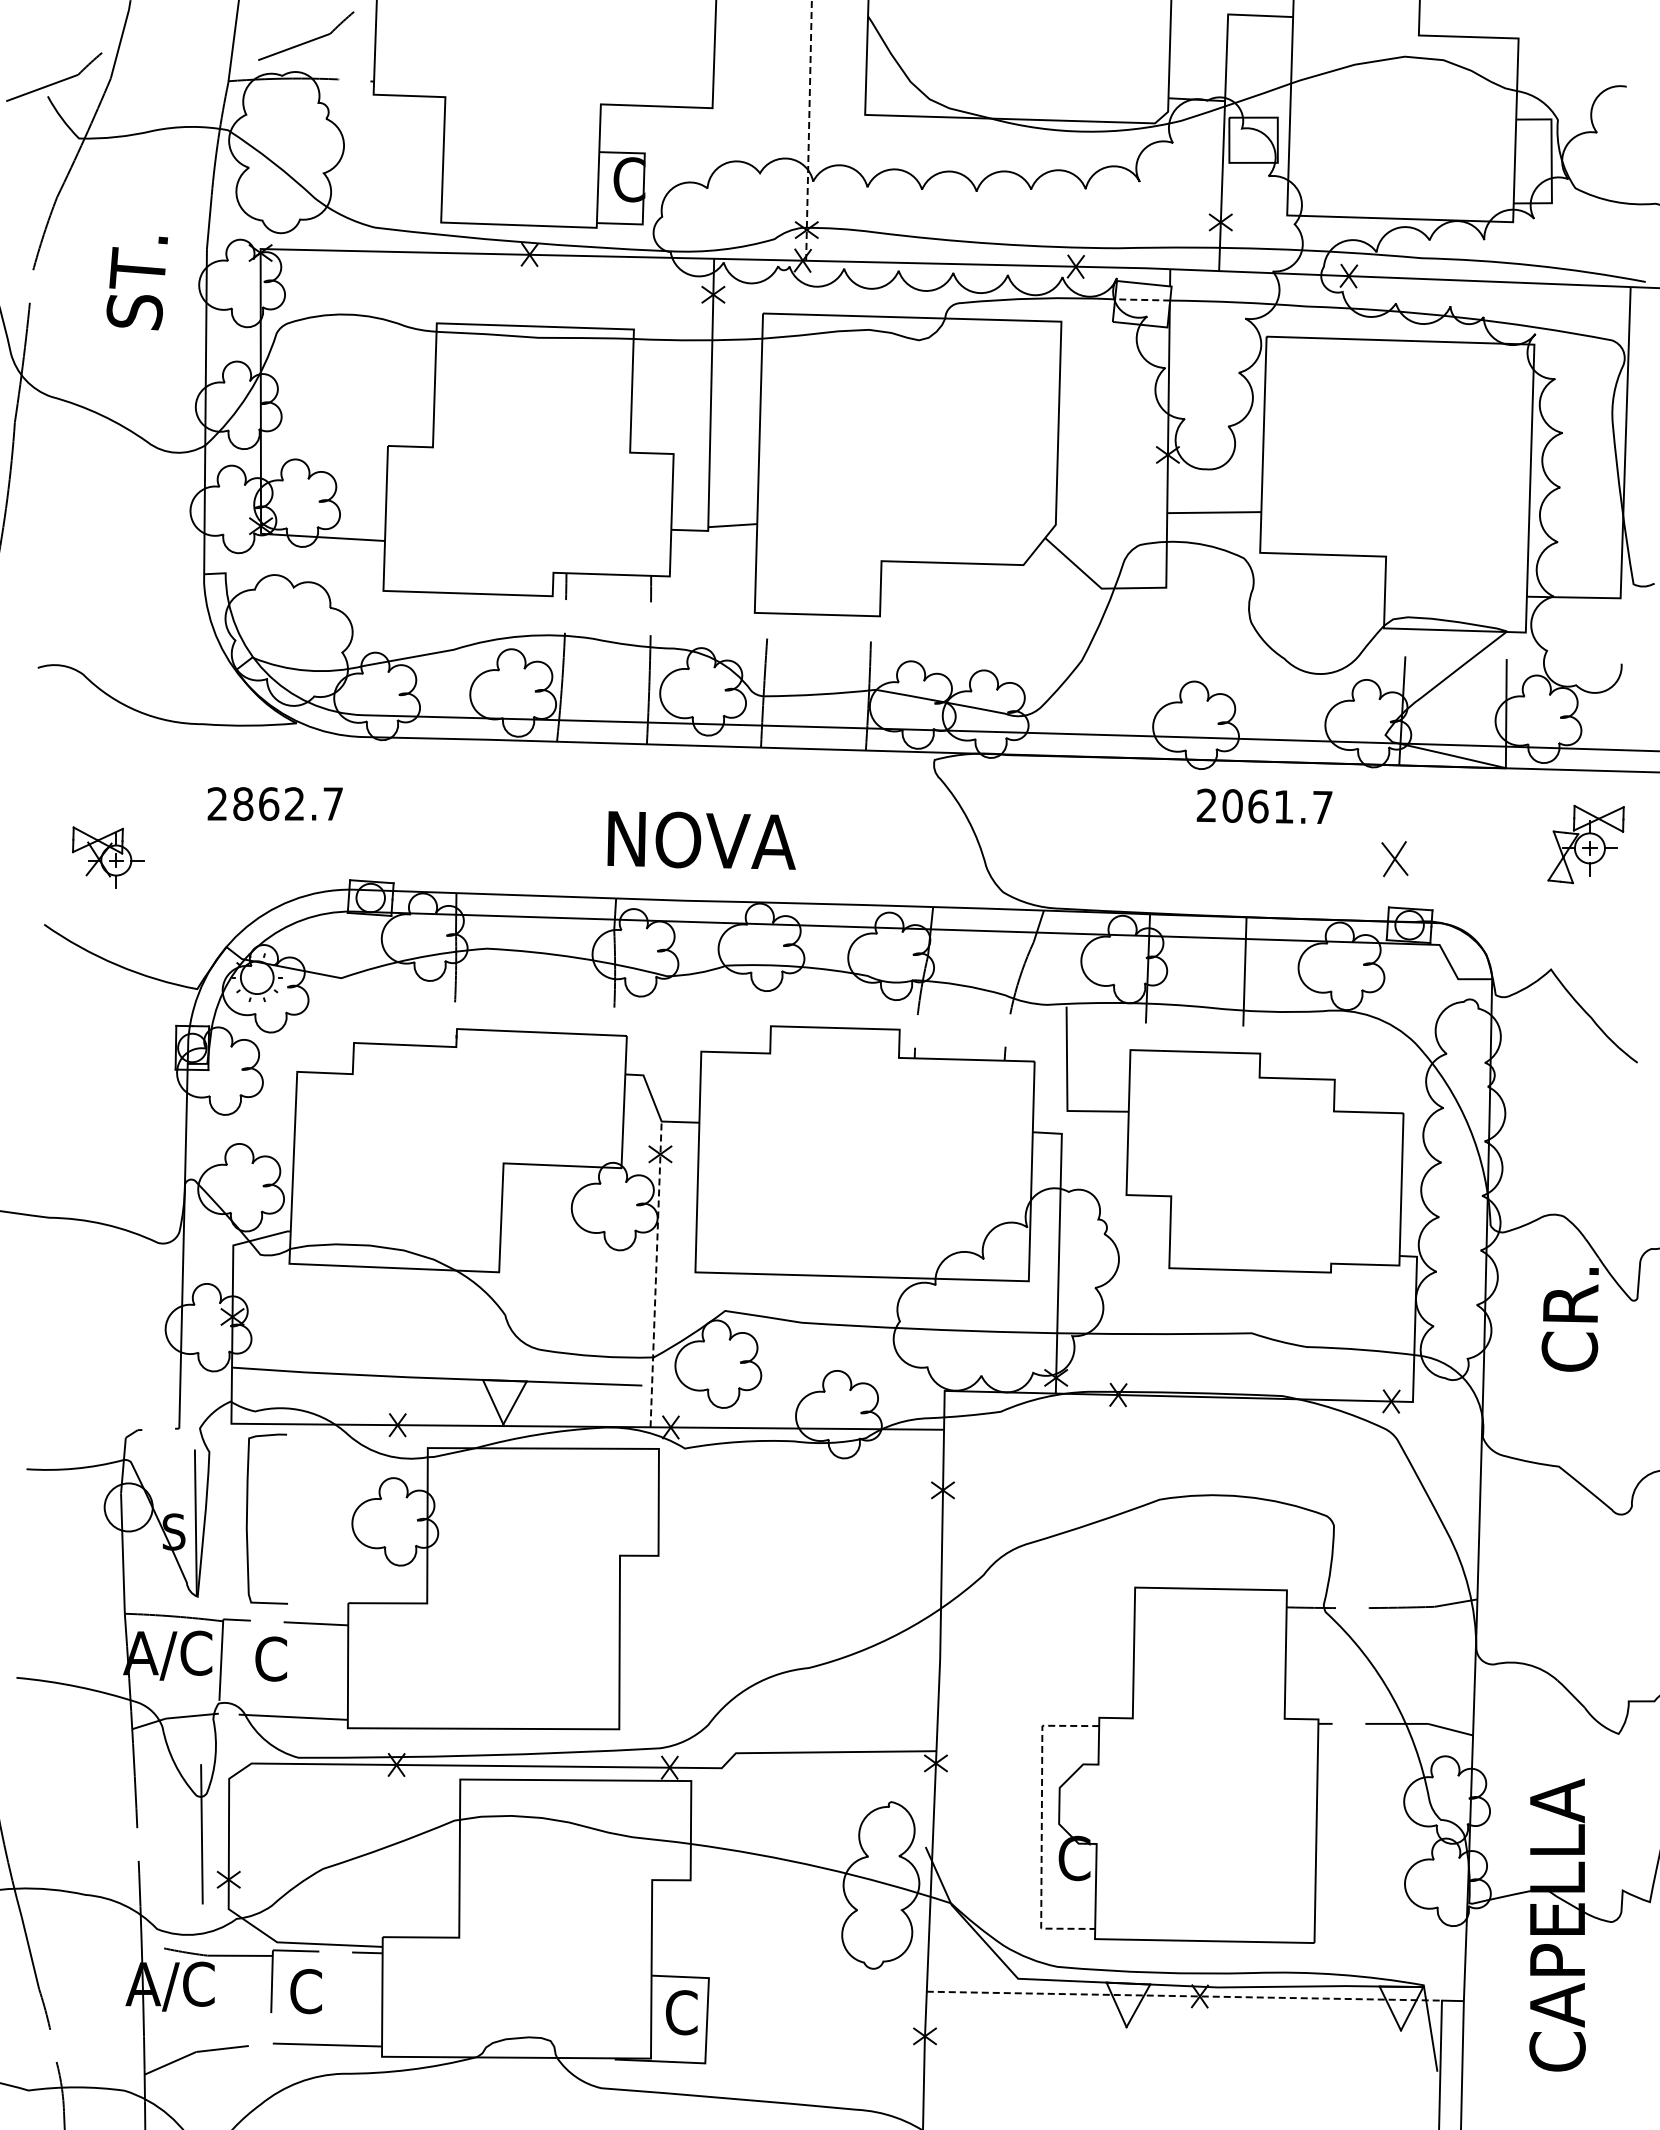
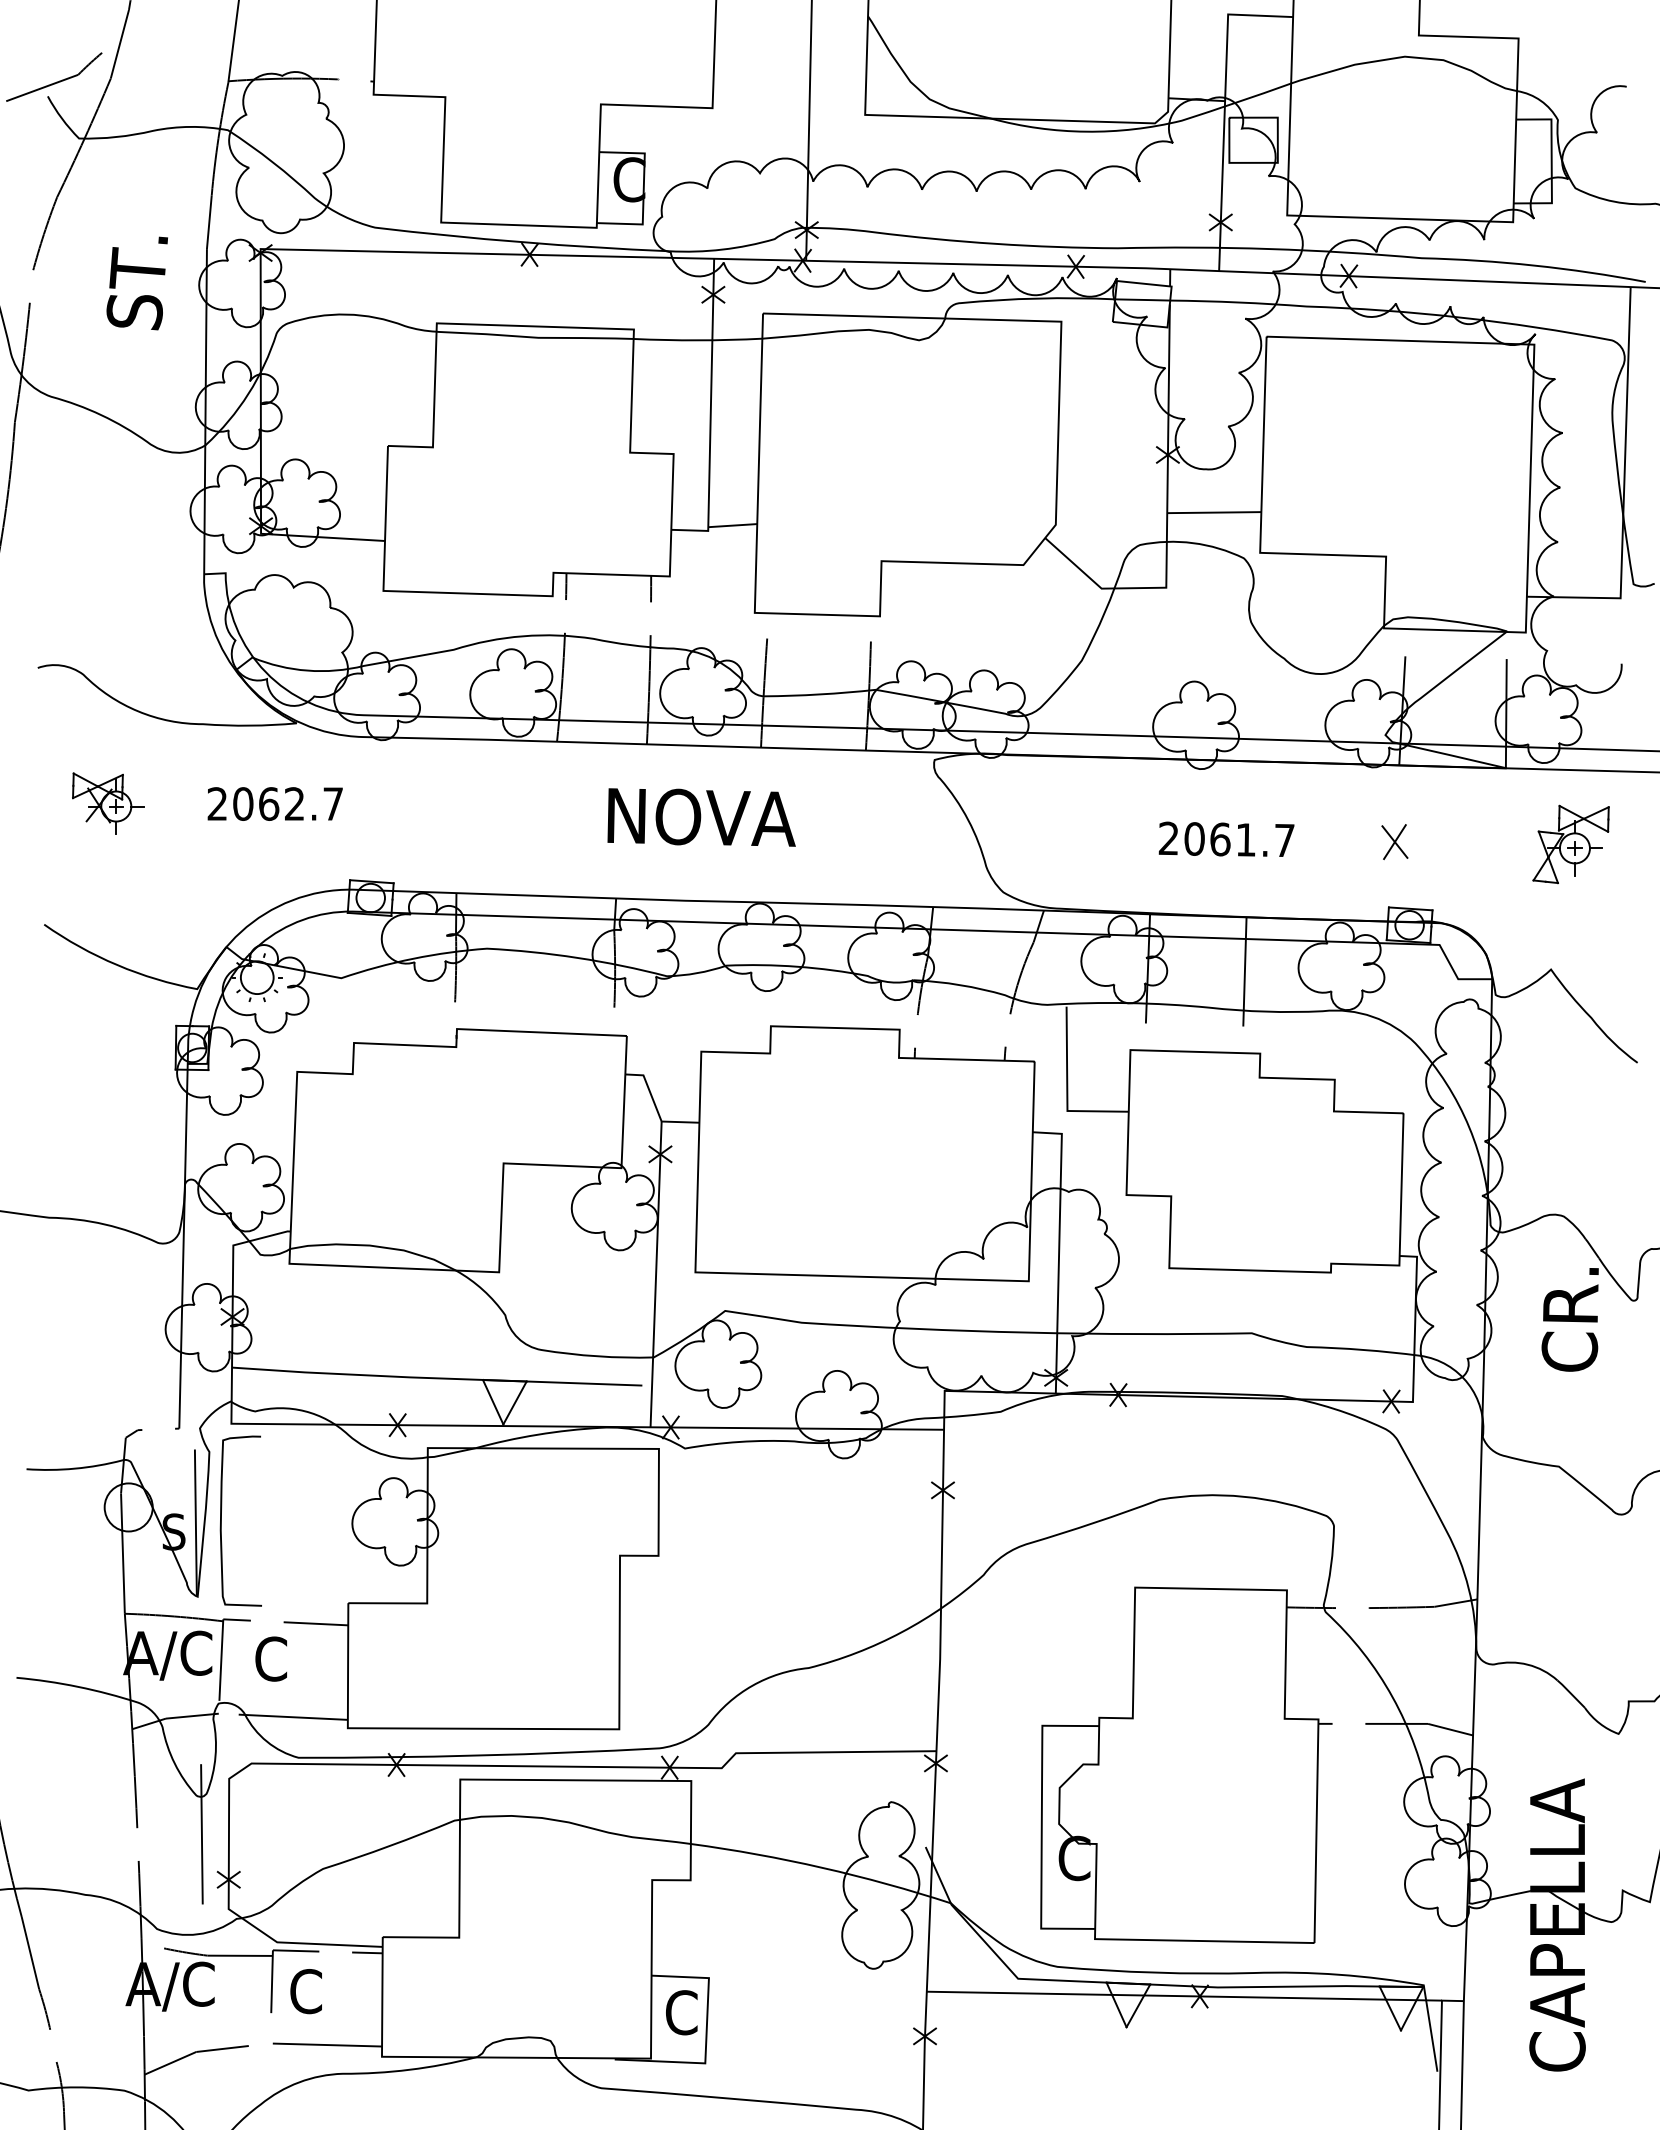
curve at (308, 40): present -> none
line at (809, 130): dashed -> solid
line at (1143, 299): dashed -> solid
text at (243, 803): 2862.7 -> 2062.7
text at (1264, 805) position: (1264, 805) -> (1226, 838)
text at (701, 840) position: (701, 840) -> (701, 817)
part at (1585, 844) position: (1585, 844) -> (1570, 844)
part at (108, 857) position: (108, 857) -> (108, 803)
part at (1394, 859) position: (1394, 859) -> (1394, 842)
line at (656, 1274): dashed -> solid
curve at (247, 1518) position: (247, 1518) -> (221, 1520)
line at (1041, 1826): dashed -> solid
line at (1184, 1996): dashed -> solid
